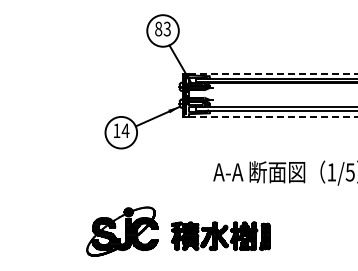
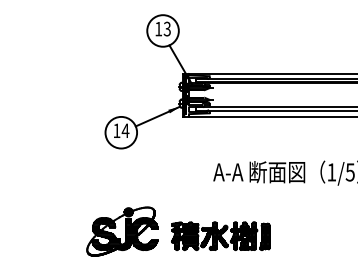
text at (158, 28): 83 -> 13
line at (273, 73): dashed -> solid
line at (273, 116): dashed -> solid
